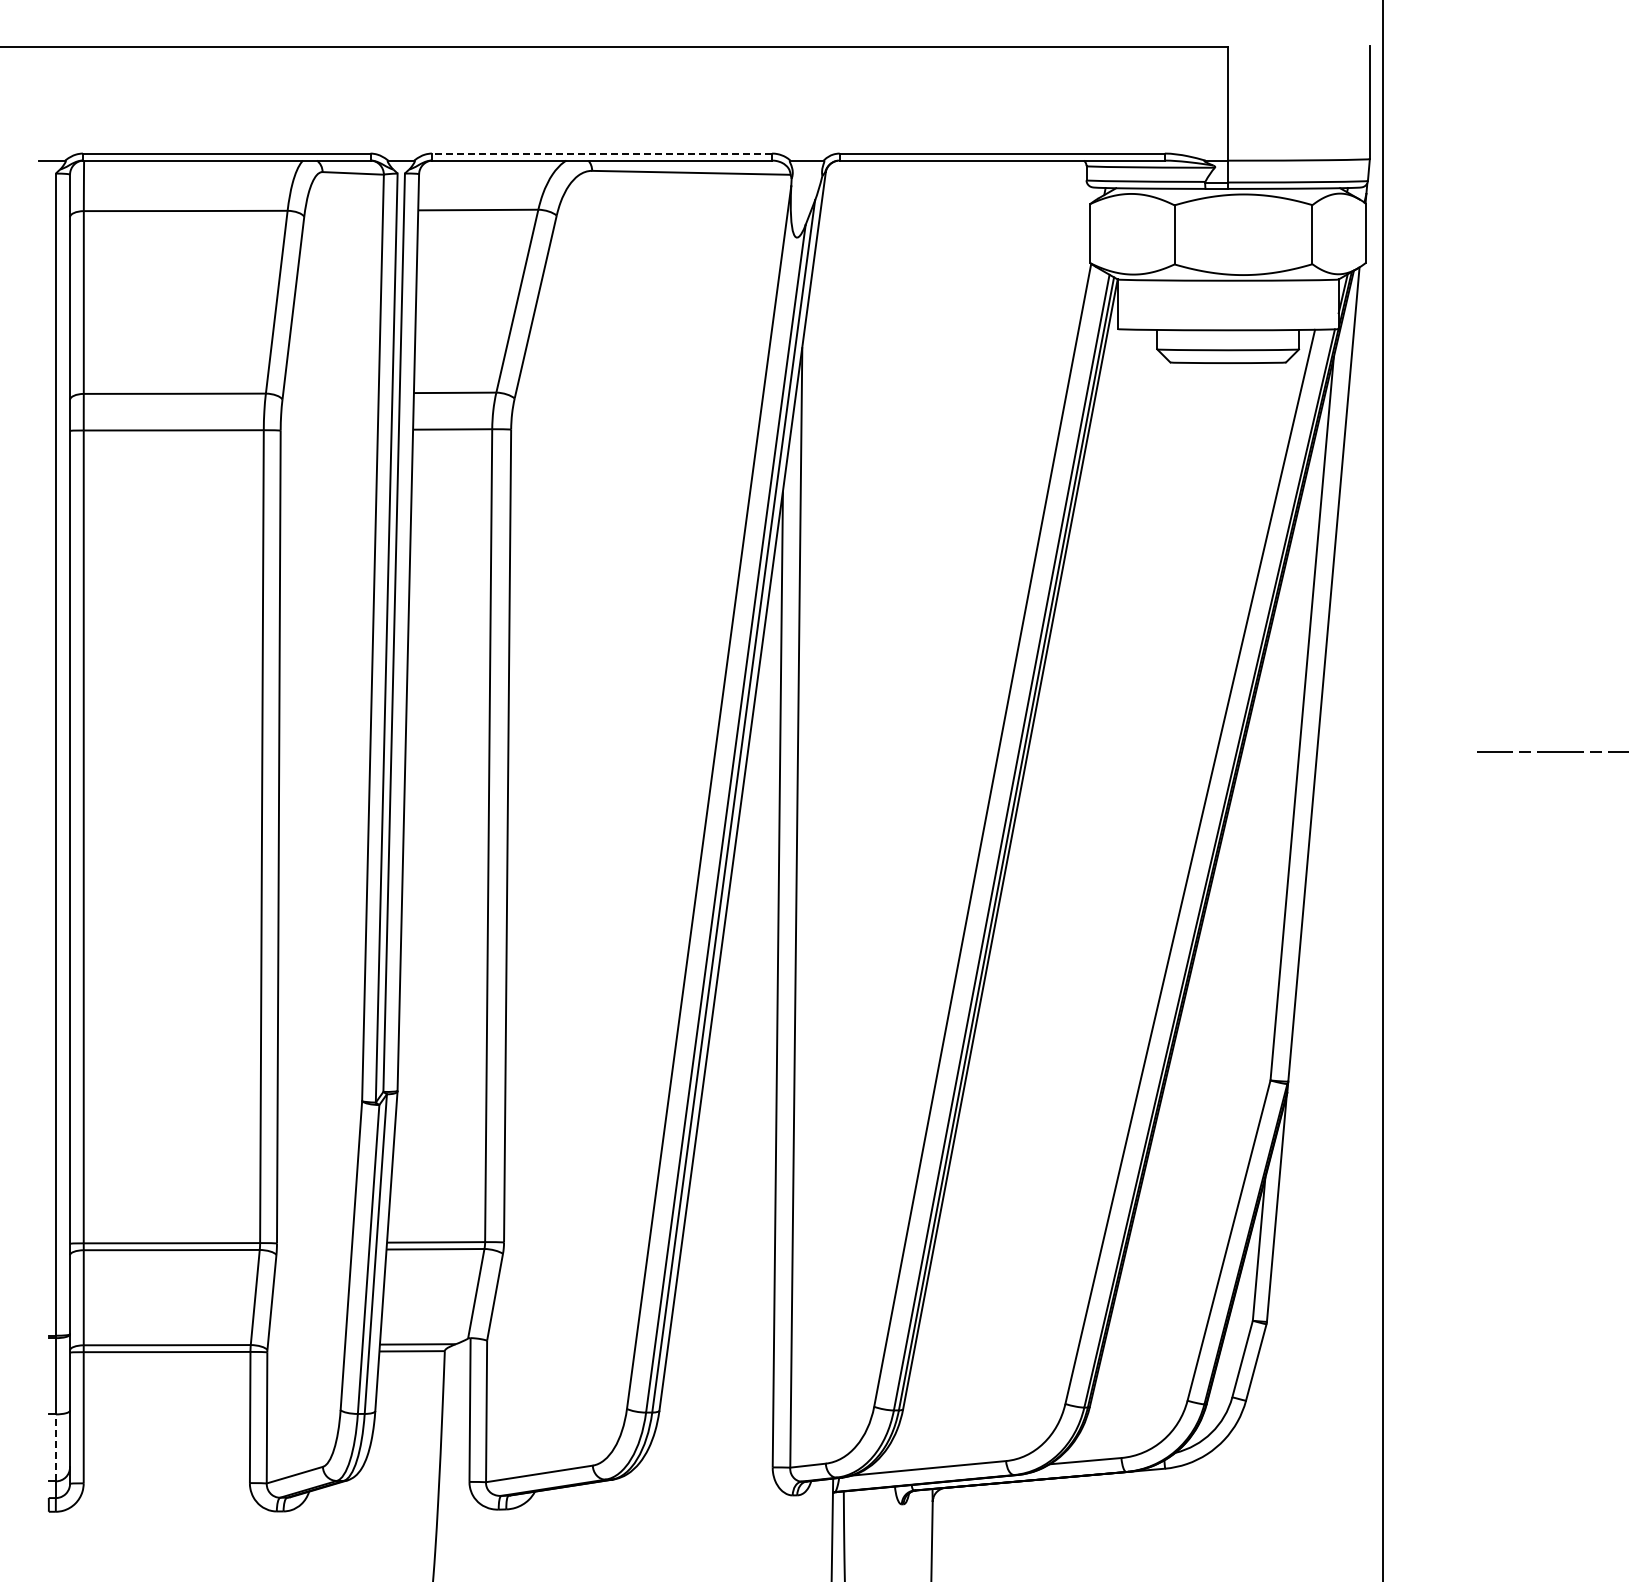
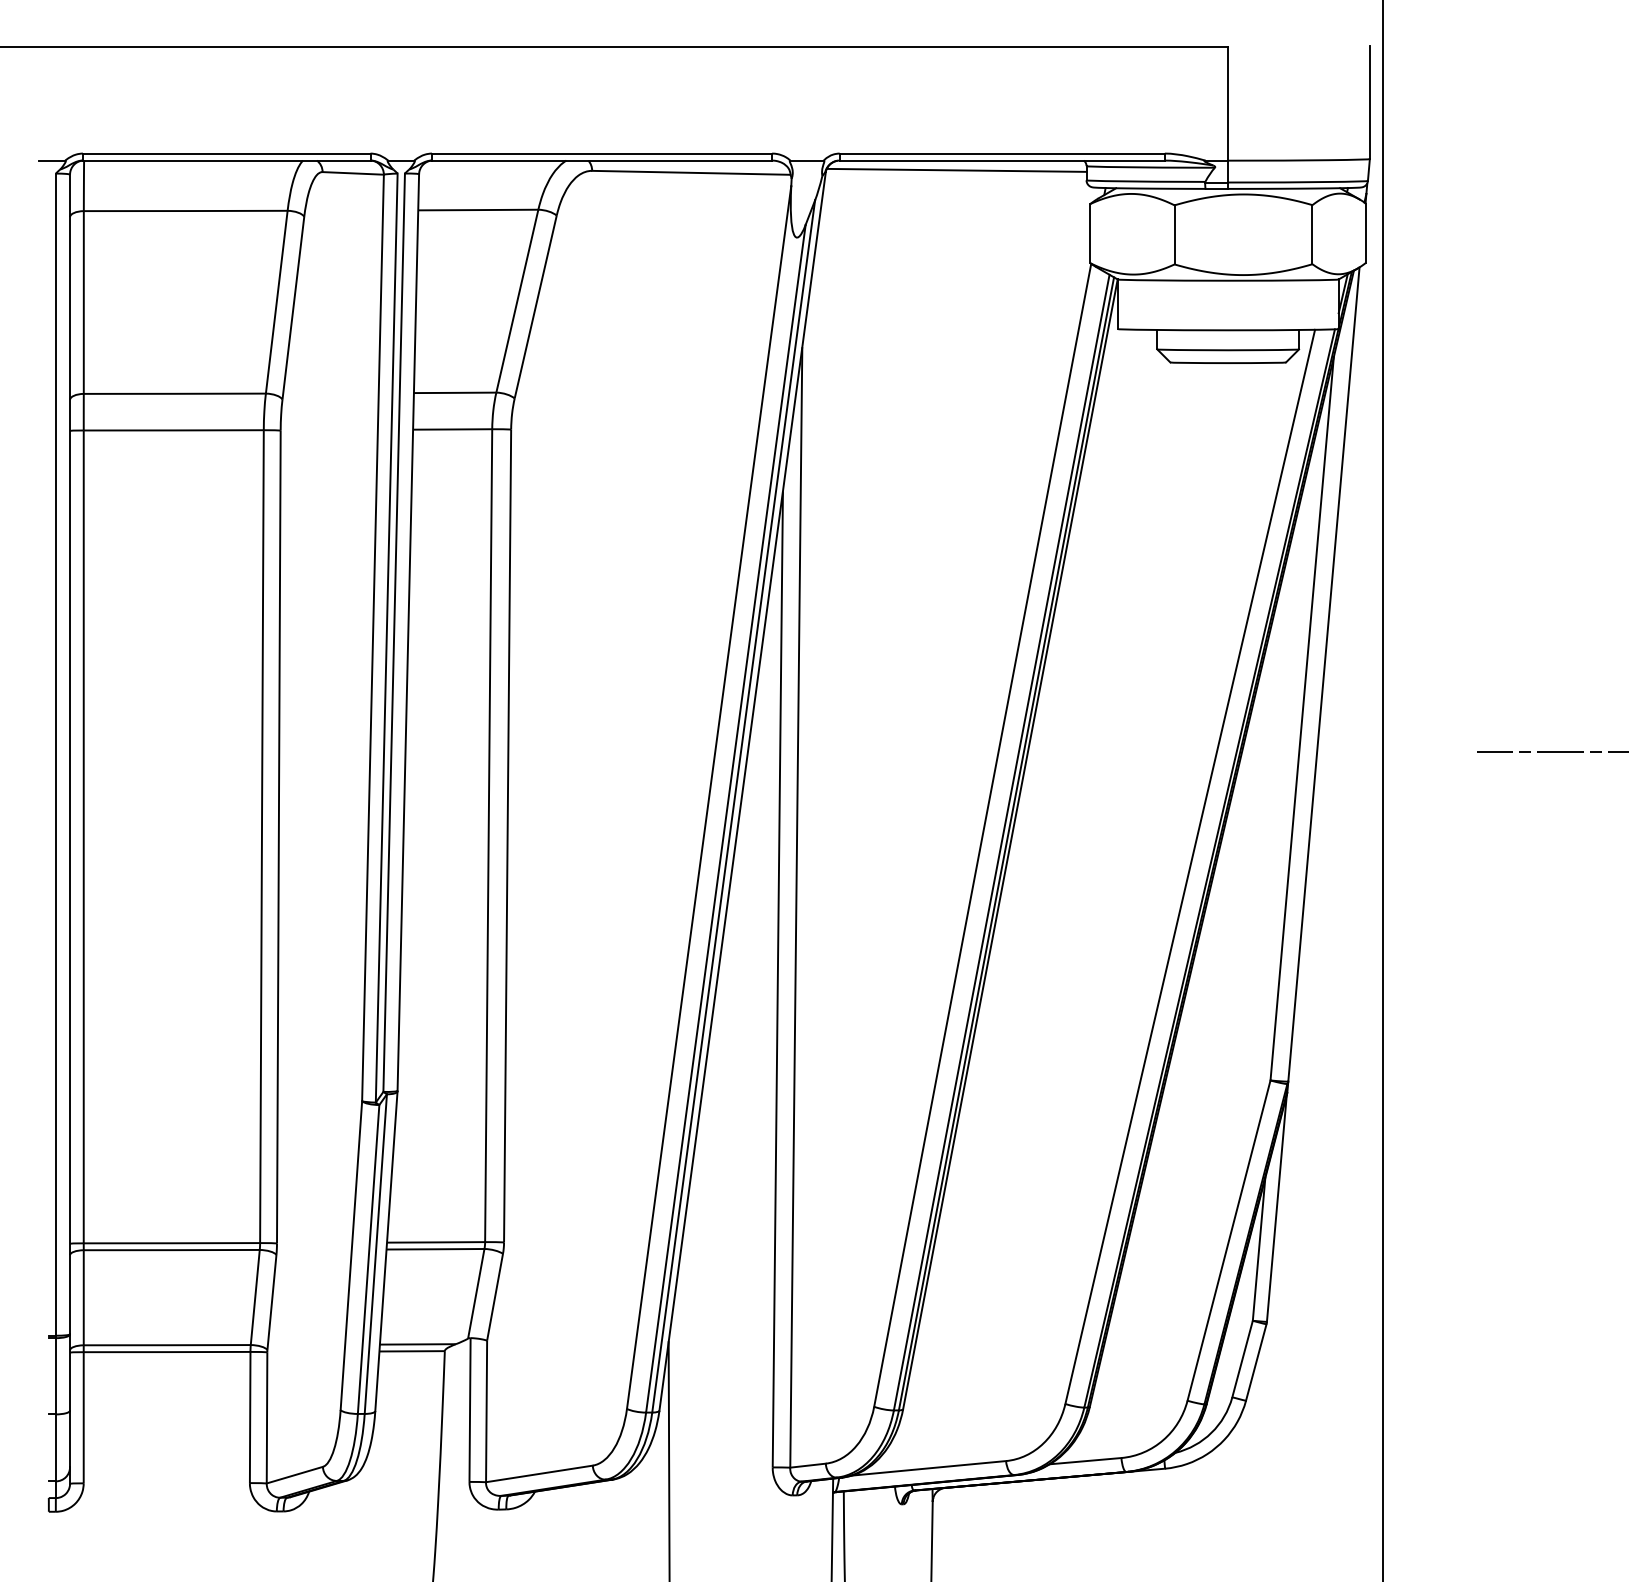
line at (601, 153): dashed -> solid
line at (956, 169): none -> present
line at (55, 1447): dashed -> solid
line at (668, 1460): none -> present
